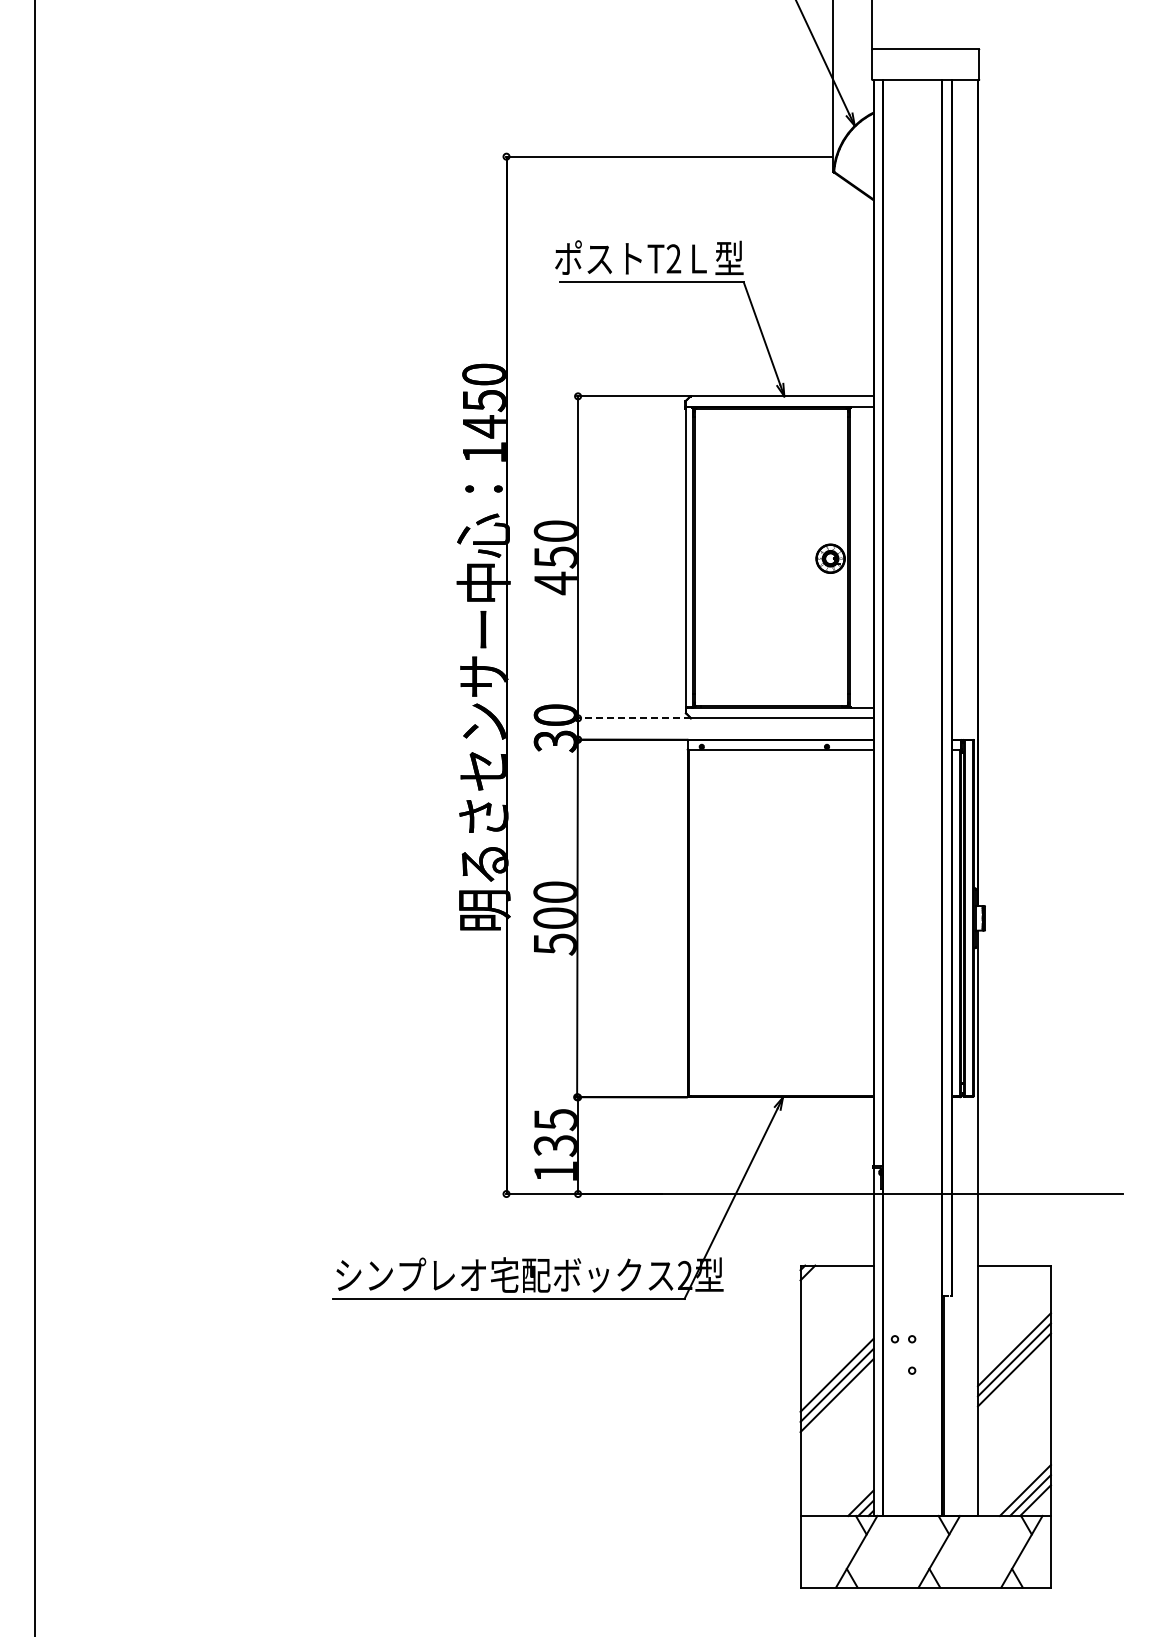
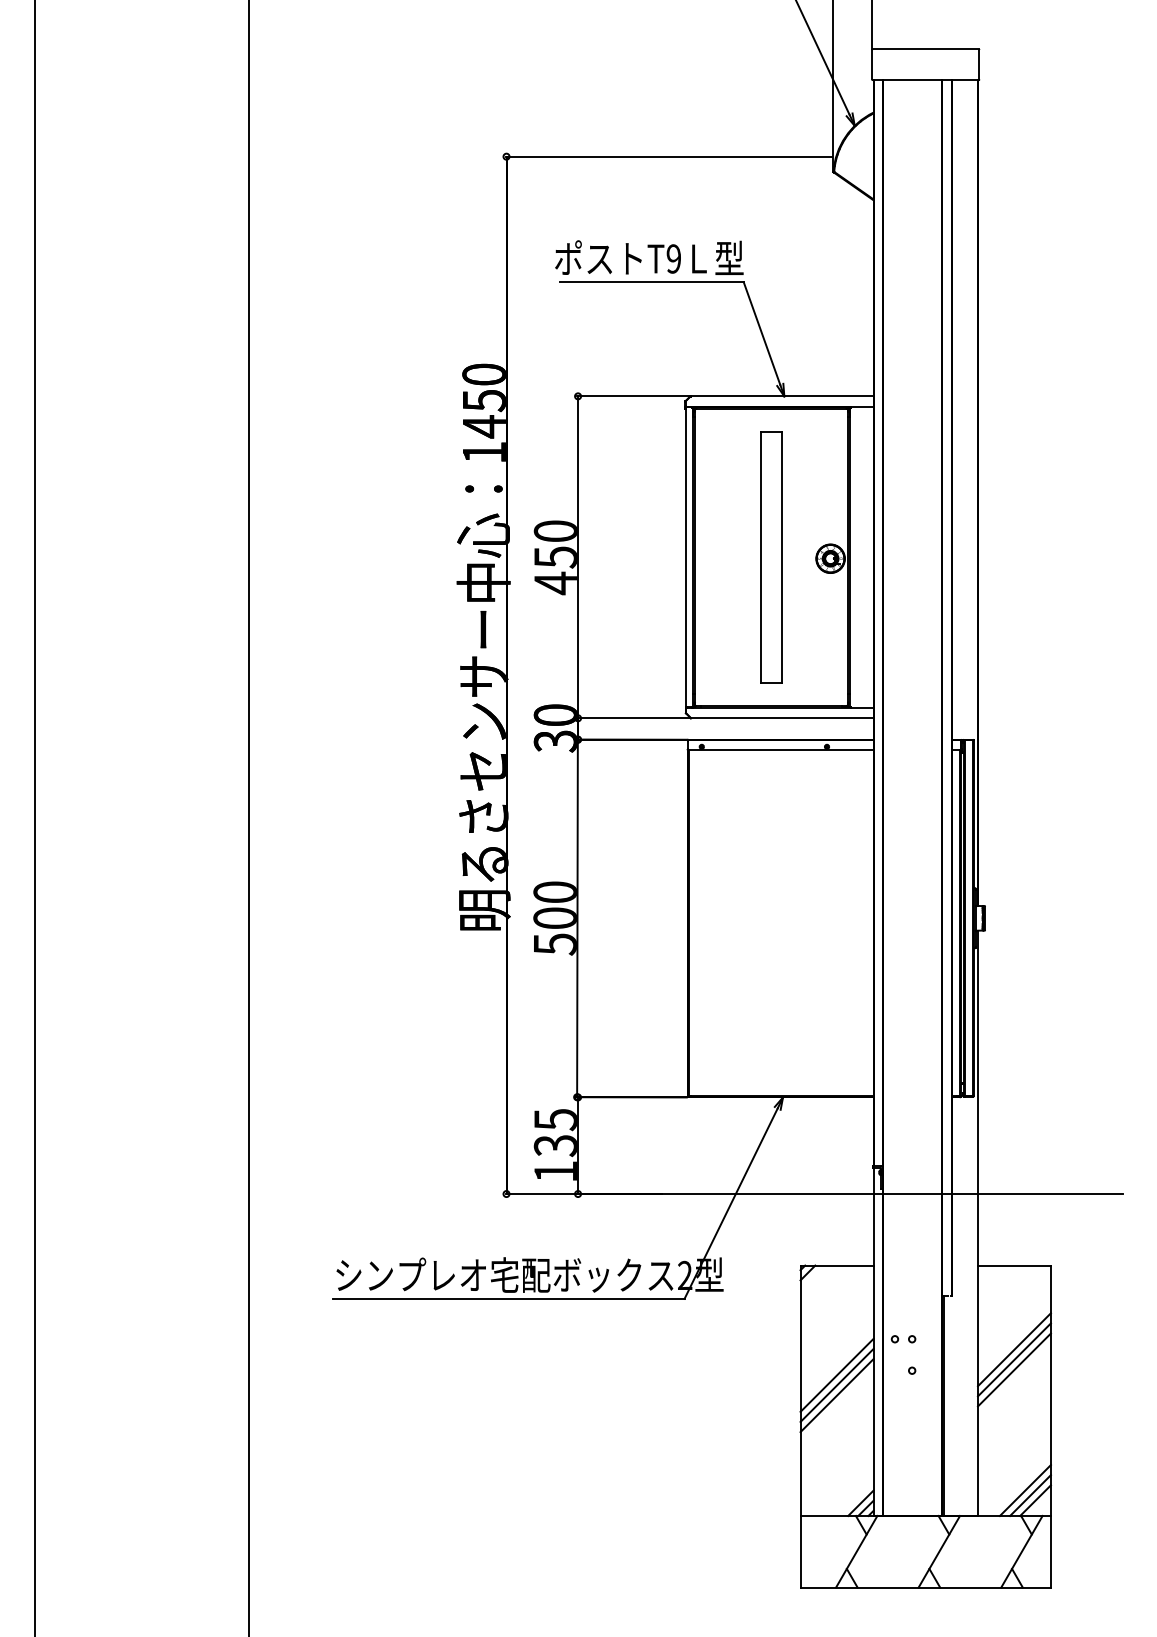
text at (673, 258): T2 -> T9
part at (771, 557): none -> present
line at (634, 718): dashed -> solid
line at (249, 817): none -> present
